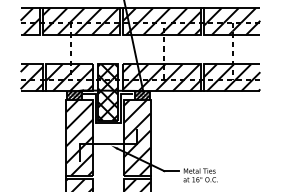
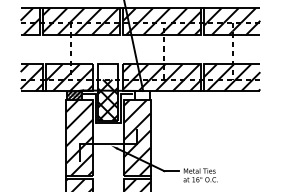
hatch at (108, 71): present -> none
hatch at (142, 95): present -> none
